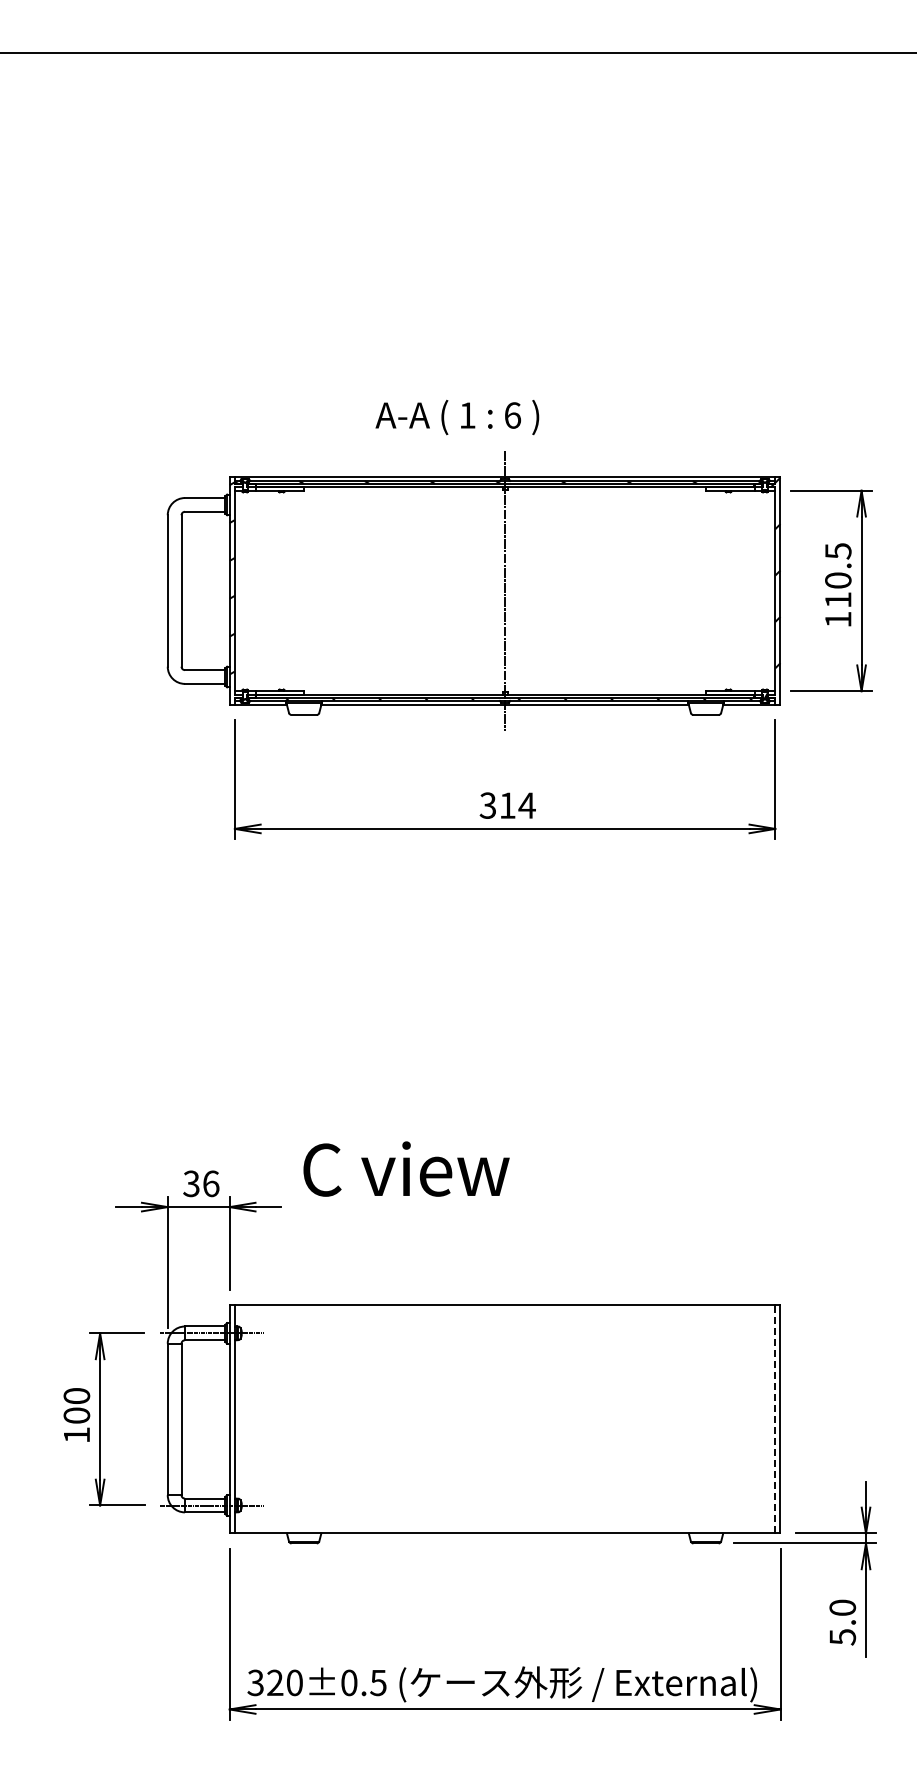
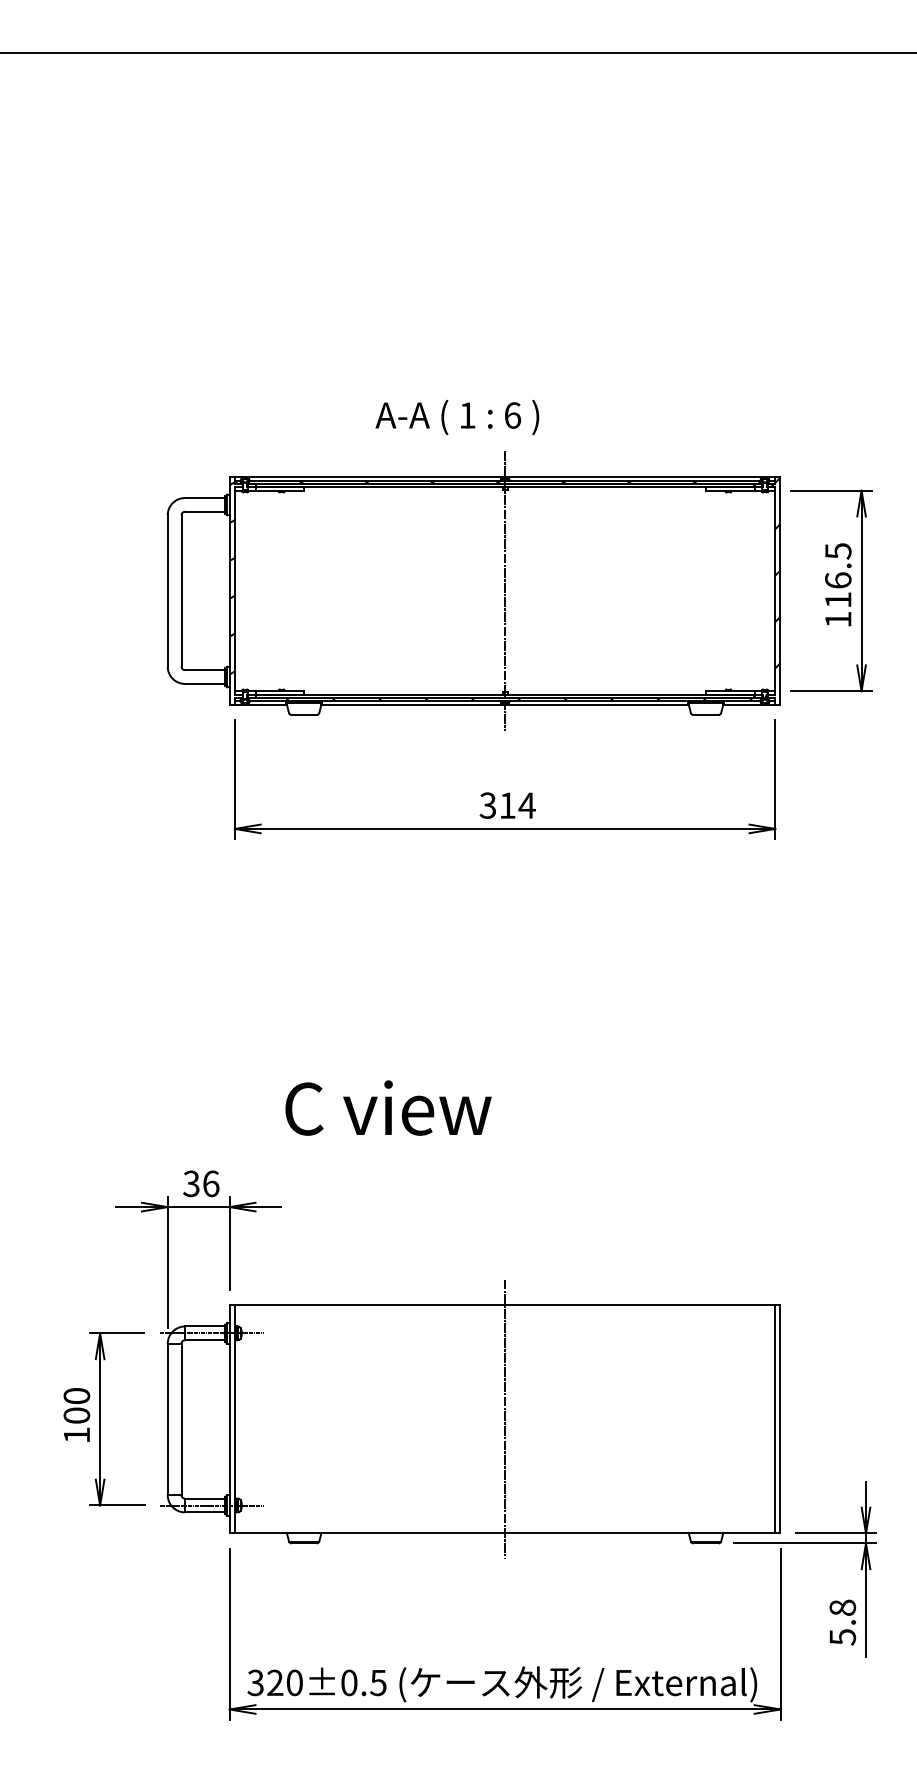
text at (838, 580): 110.5 -> 116.5
text at (406, 1168) position: (406, 1168) -> (388, 1107)
line at (775, 1418): dashed -> solid
line at (505, 1419): none -> present
text at (842, 1607): 5.0 -> 5.8
